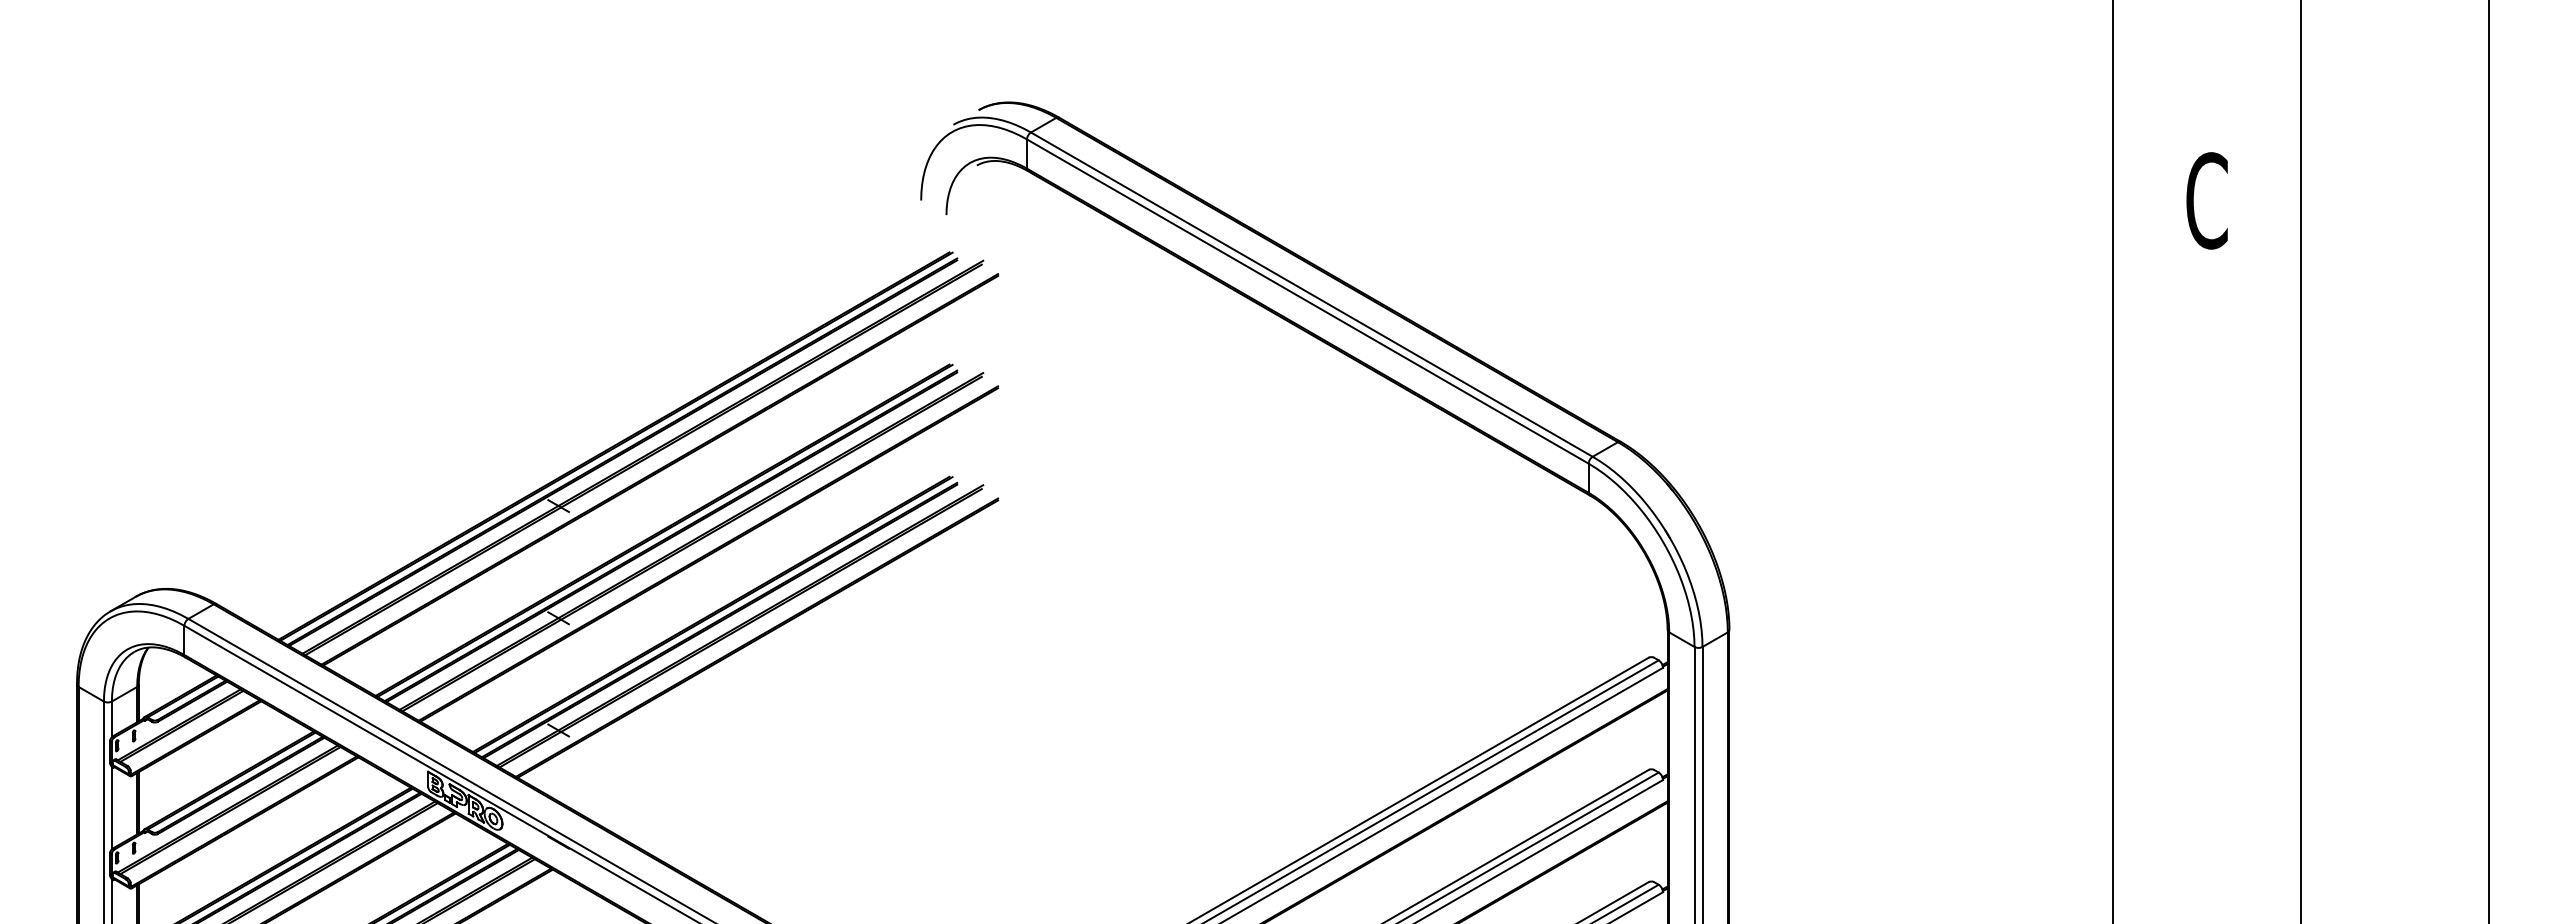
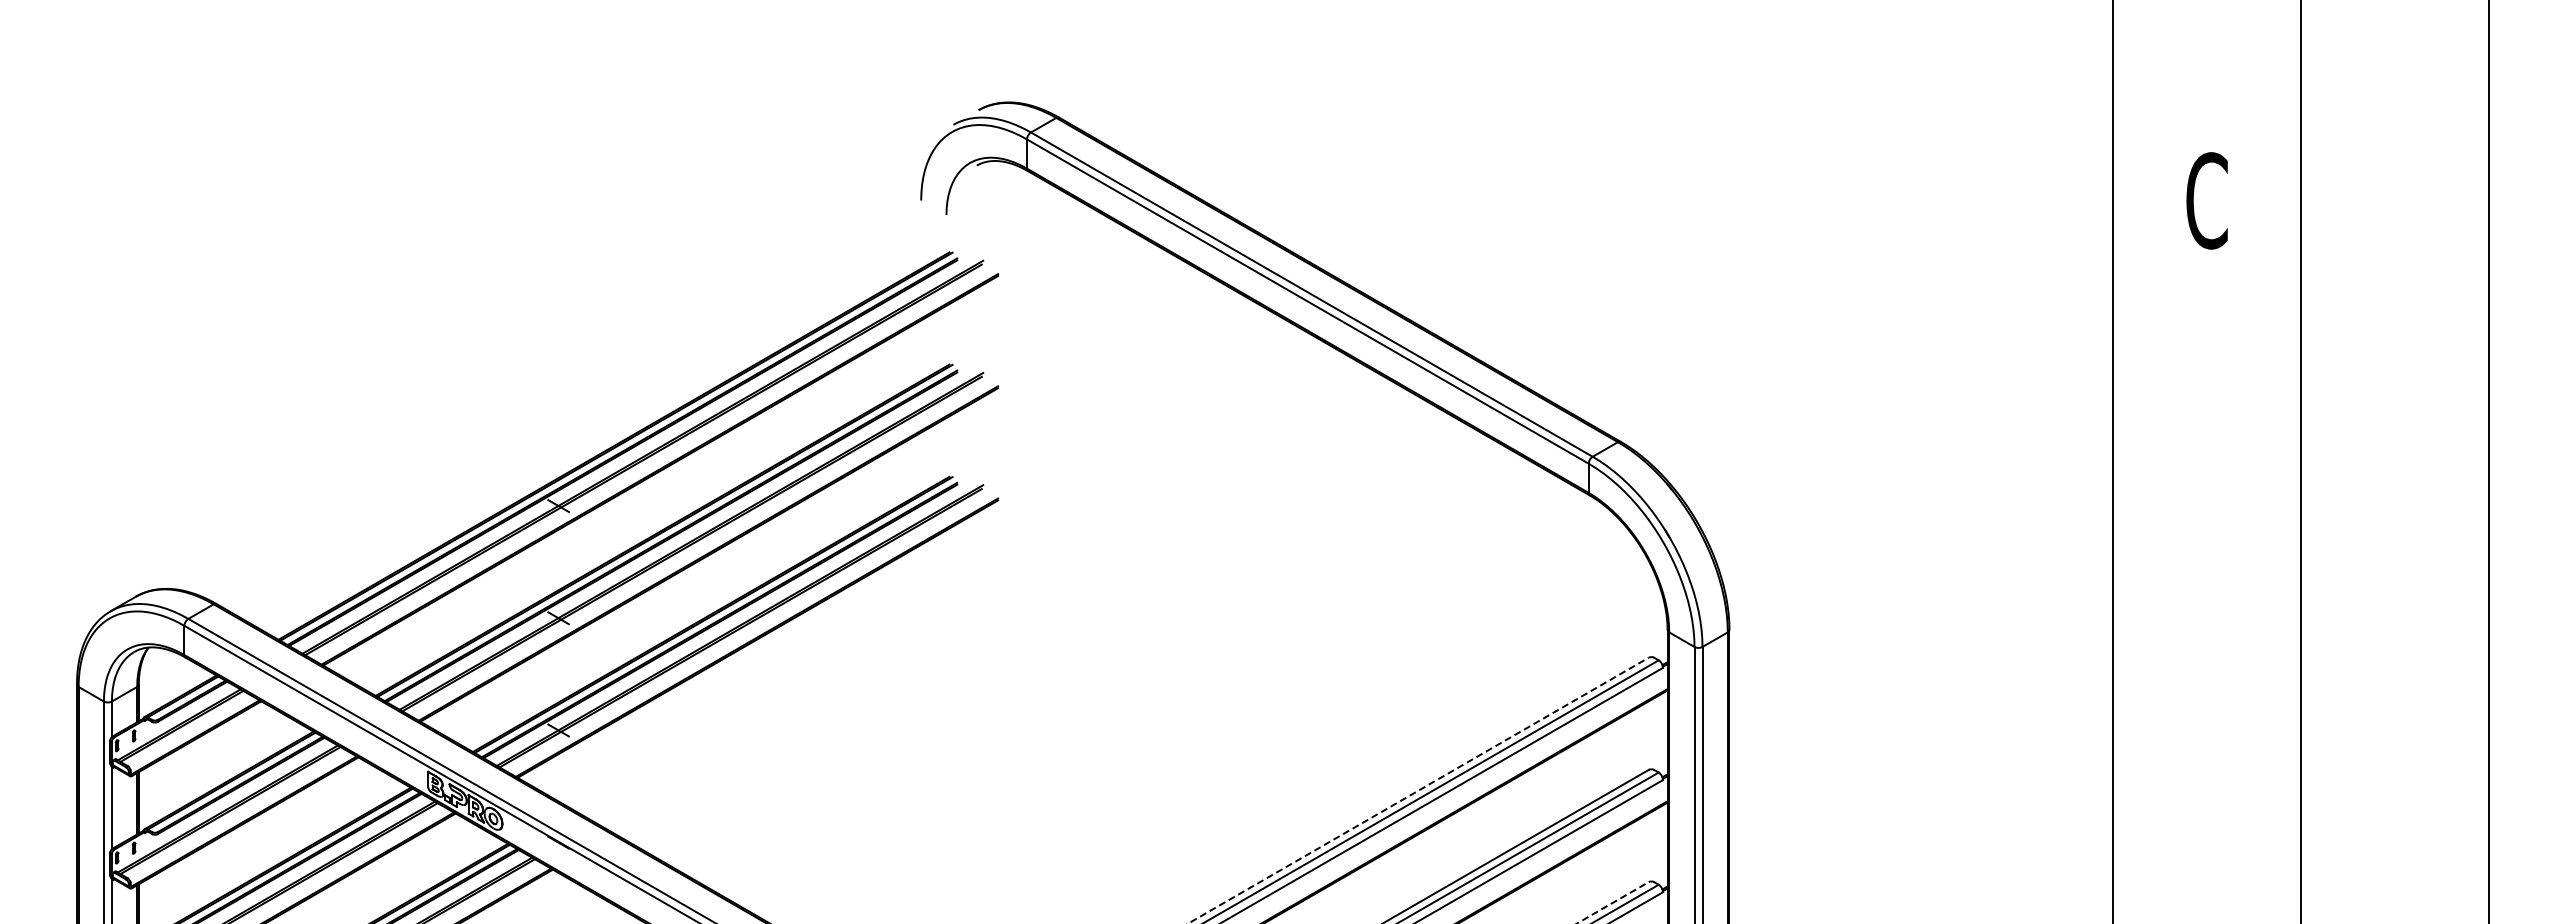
line at (1418, 790): solid -> dashed
line at (1613, 902): solid -> dashed
